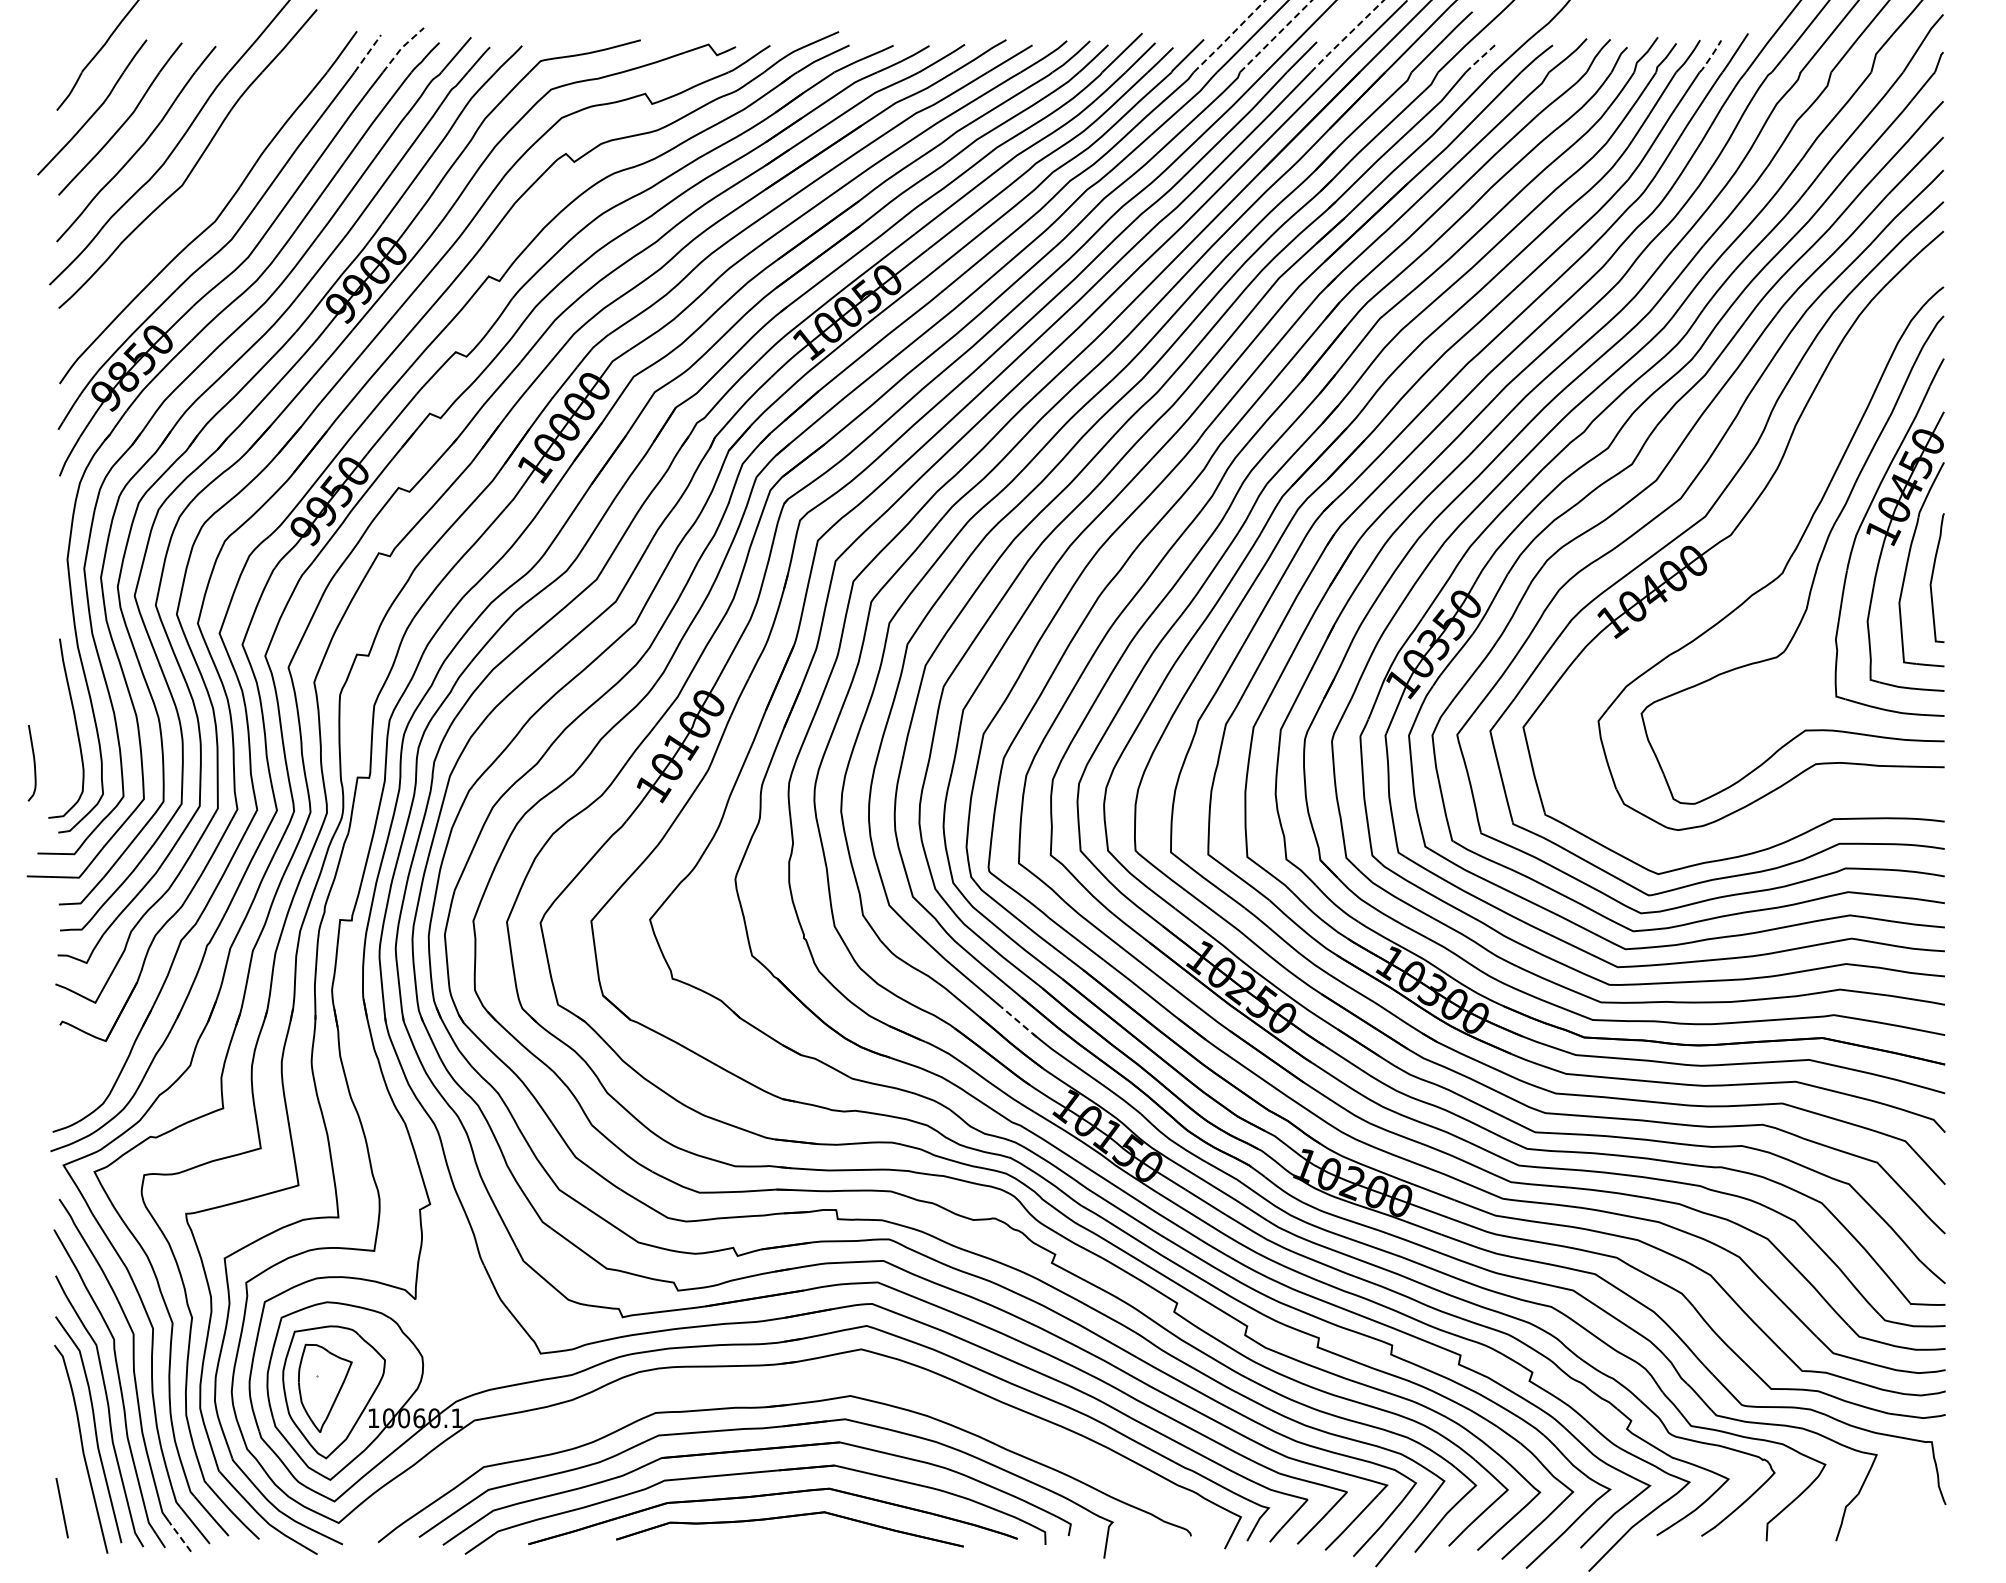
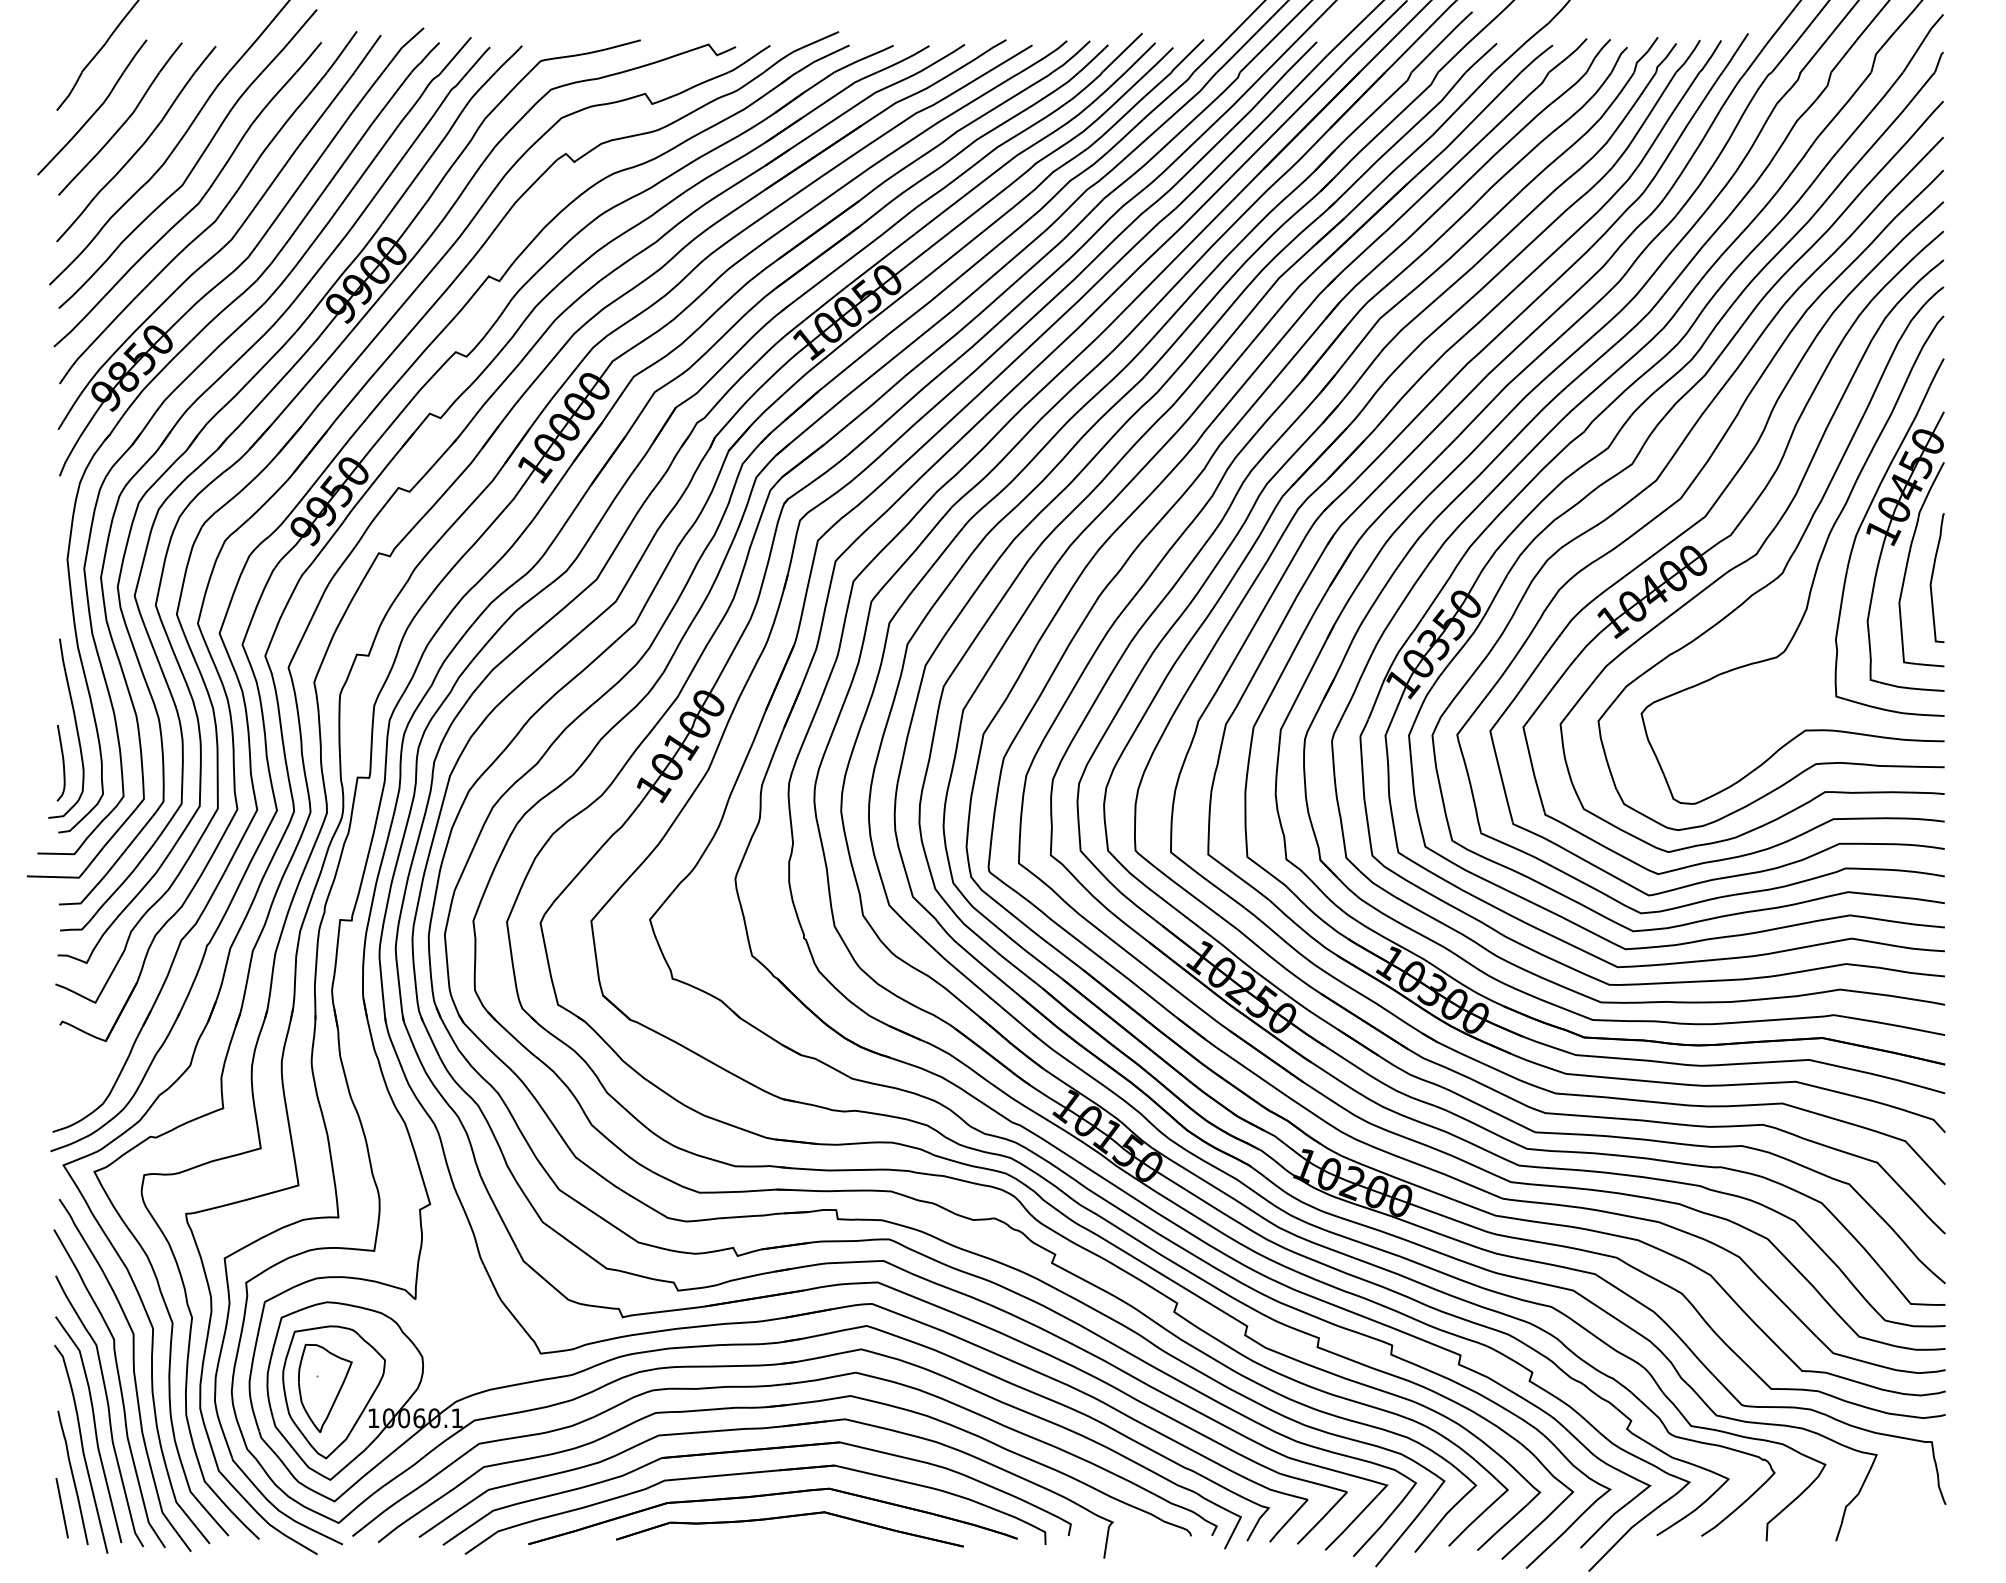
line at (1275, 36): dashed -> solid
line at (1347, 36): dashed -> solid
line at (1229, 37): dashed -> solid
line at (401, 48): dashed -> solid
line at (367, 53): dashed -> solid
line at (1711, 56): dashed -> solid
line at (1481, 58): dashed -> solid
part at (199, 200): none -> present
part at (1751, 555): none -> present
curve at (33, 763) position: (33, 763) -> (62, 763)
line at (1019, 1022): dashed -> solid
part at (776, 1386): none -> present
line at (72, 1477): none -> present
line at (179, 1535): dashed -> solid
